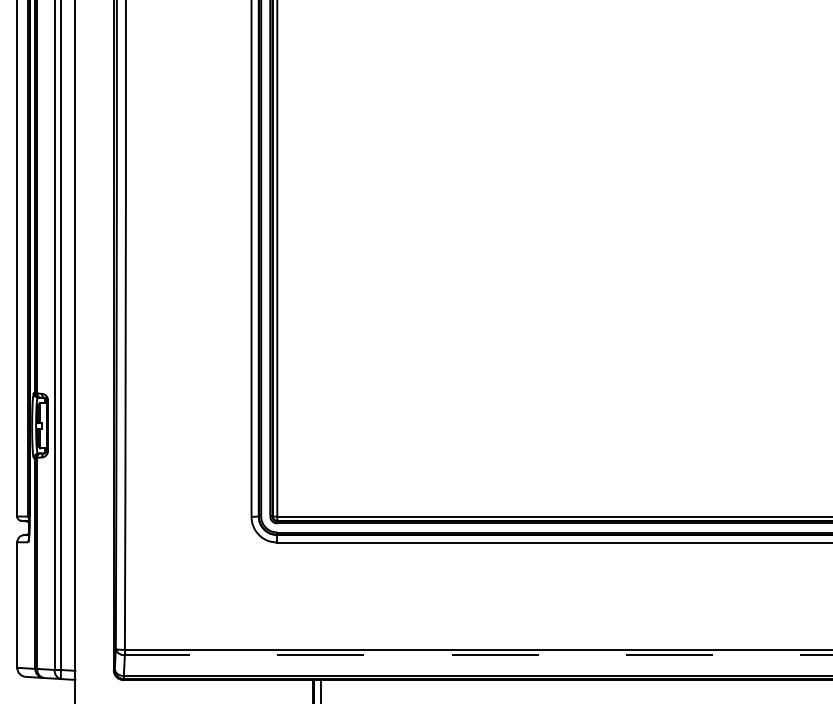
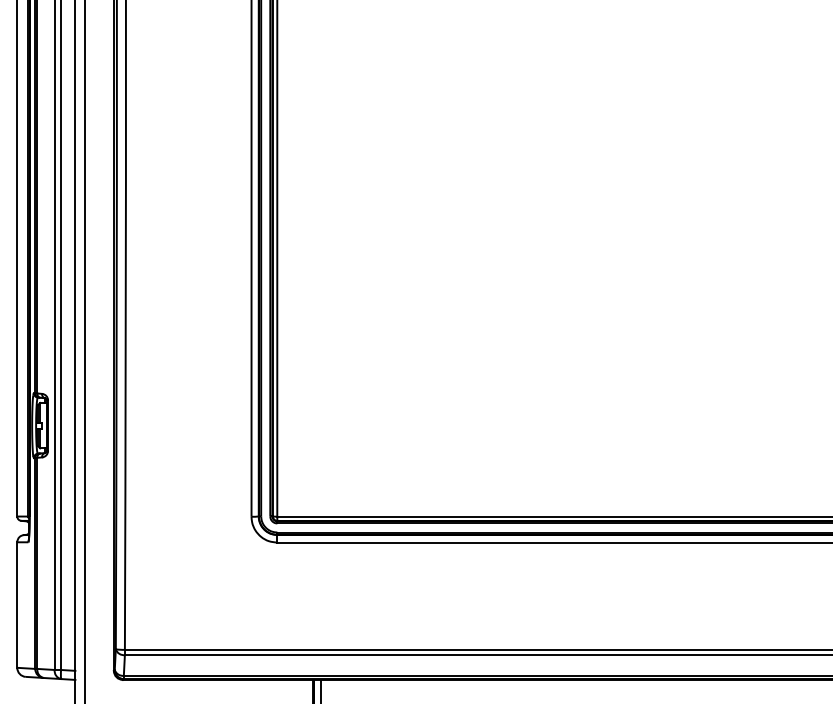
line at (84, 351): none -> present
line at (478, 655): dashed -> solid
